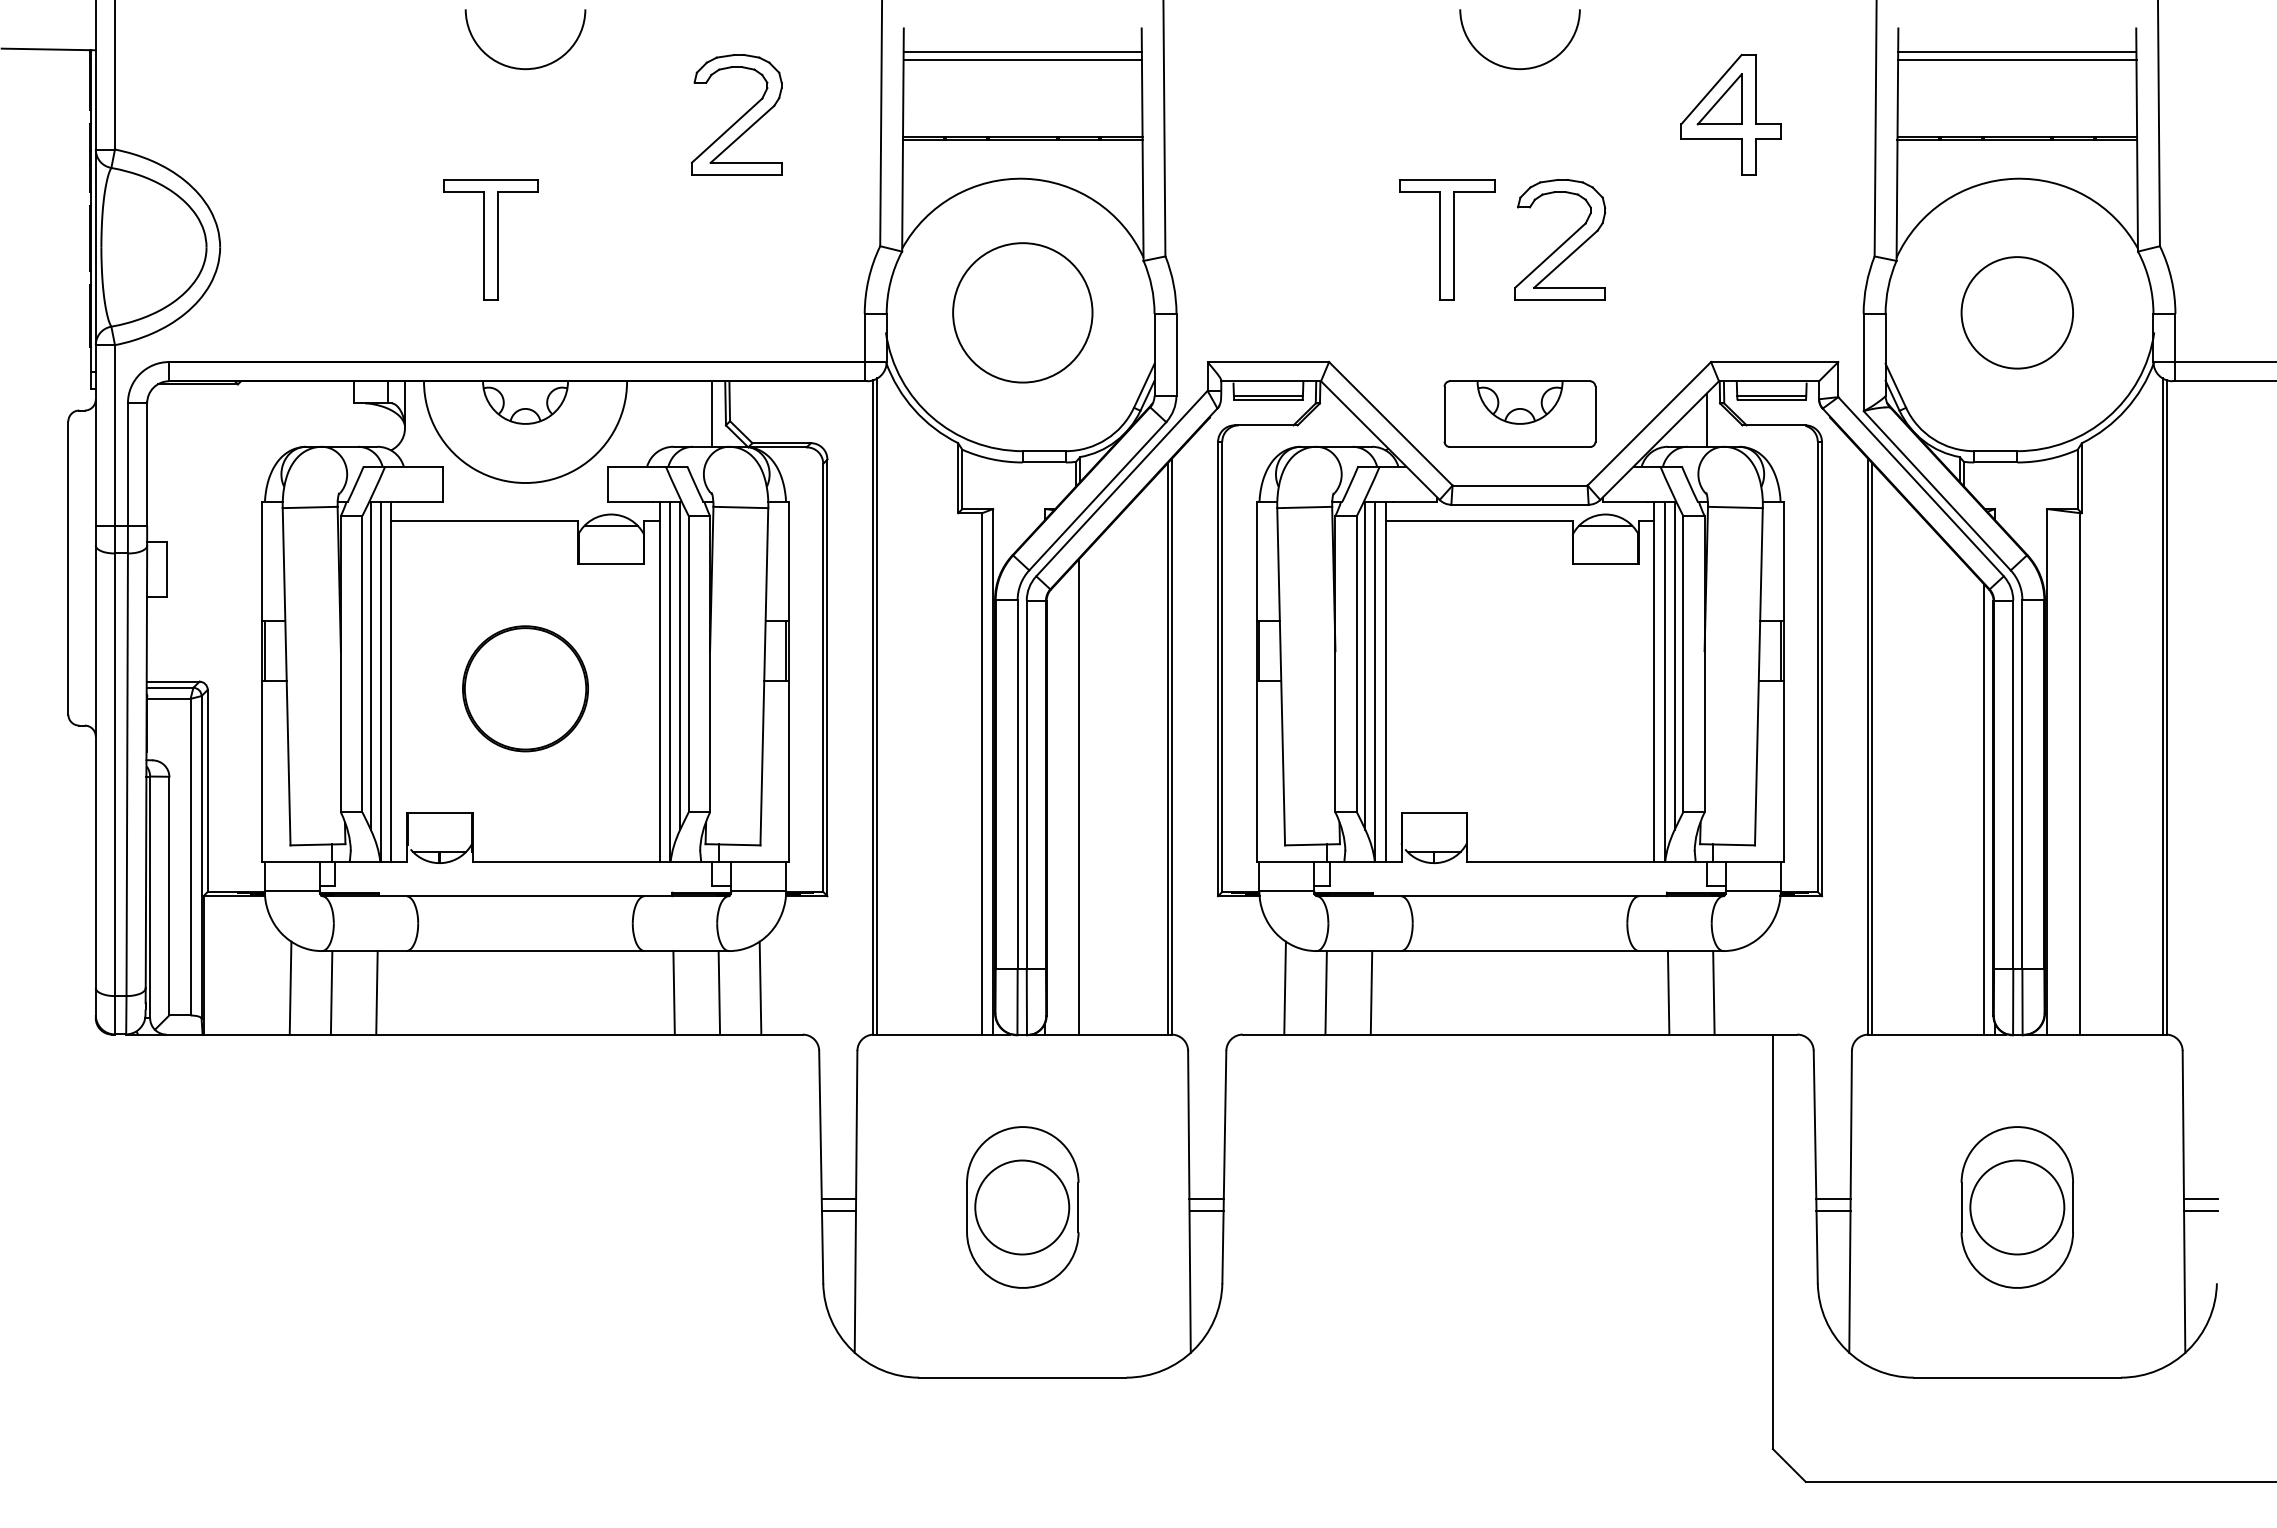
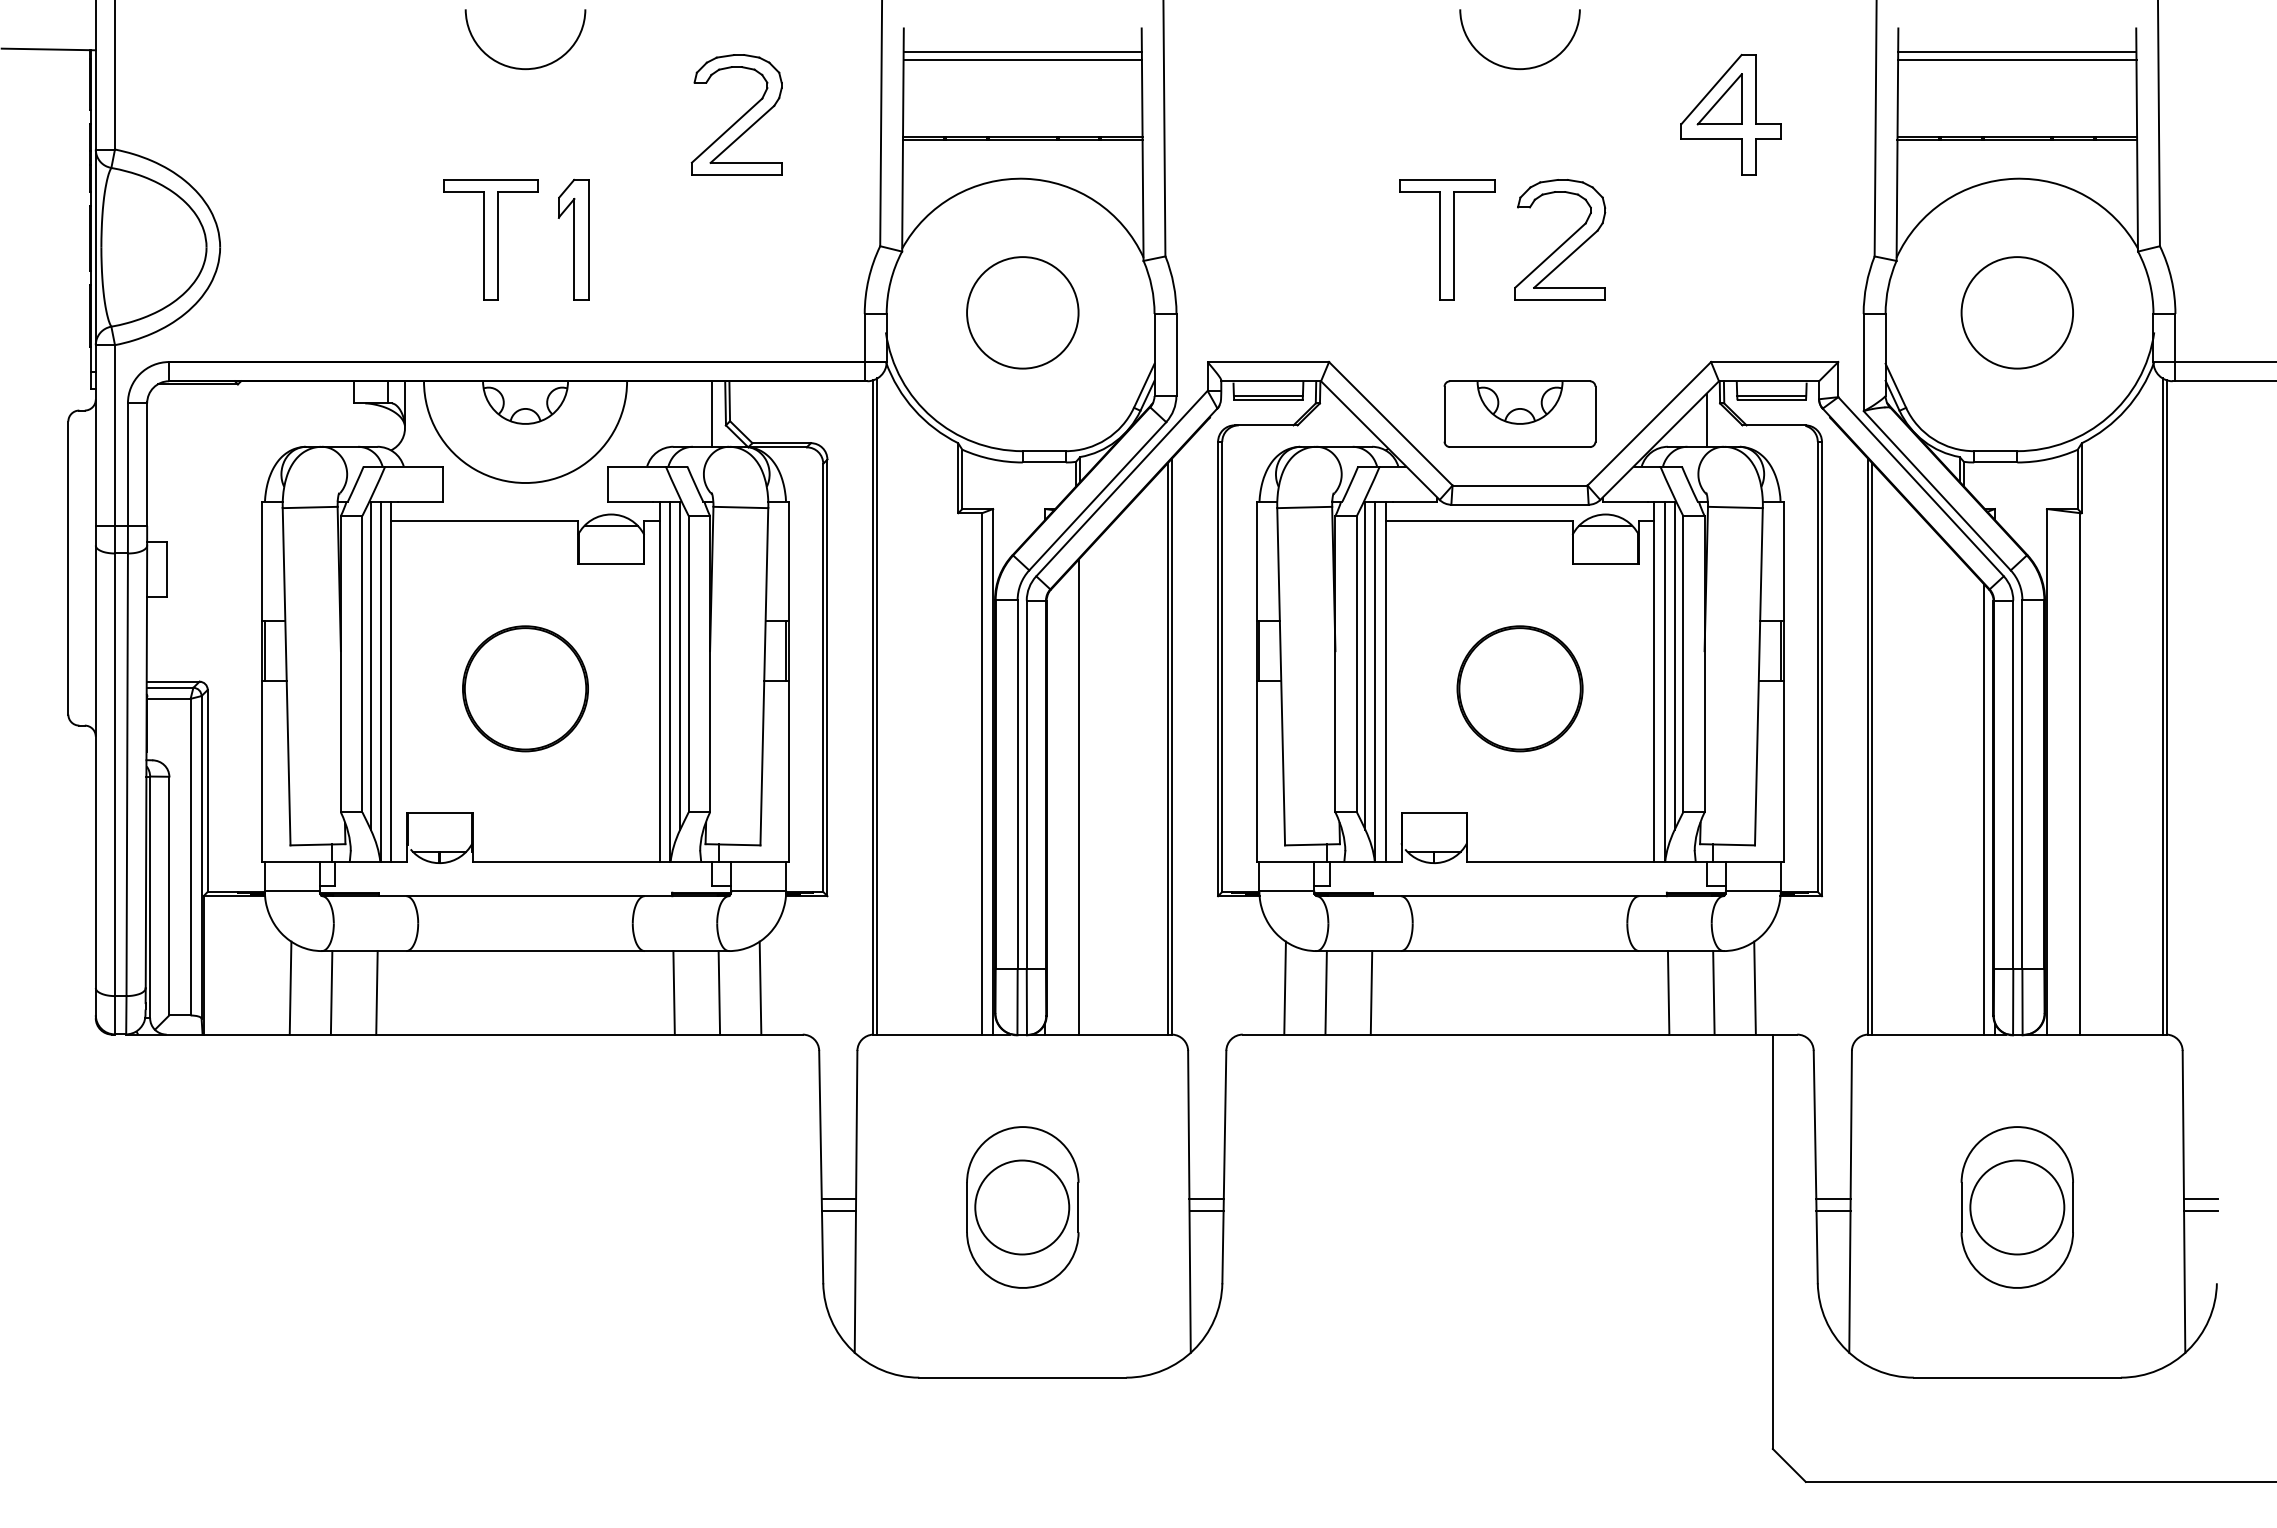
part at (573, 239): none -> present
circle at (1022, 312) diameter: 139 px -> 112 px
part at (1519, 688): none -> present
line at (1754, 987): none -> present
